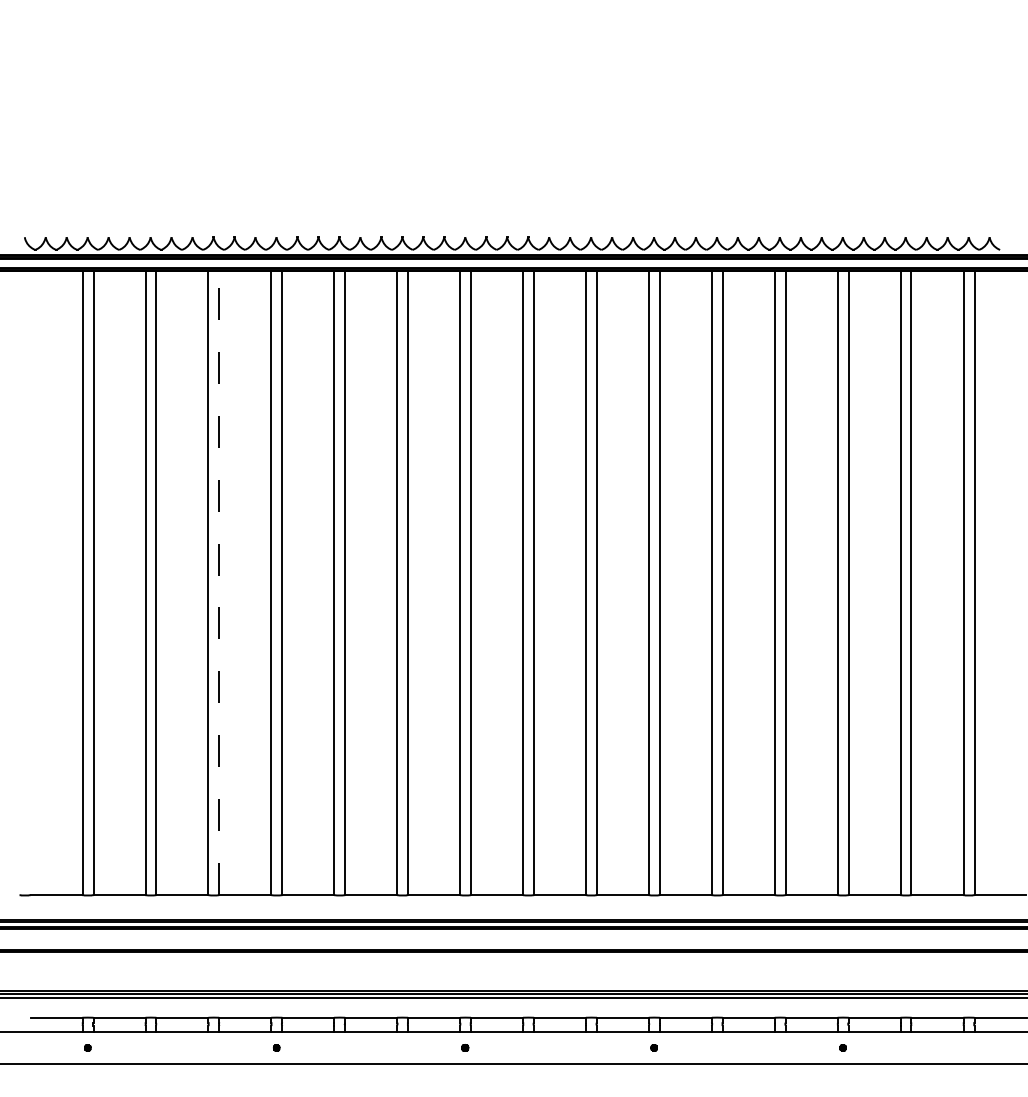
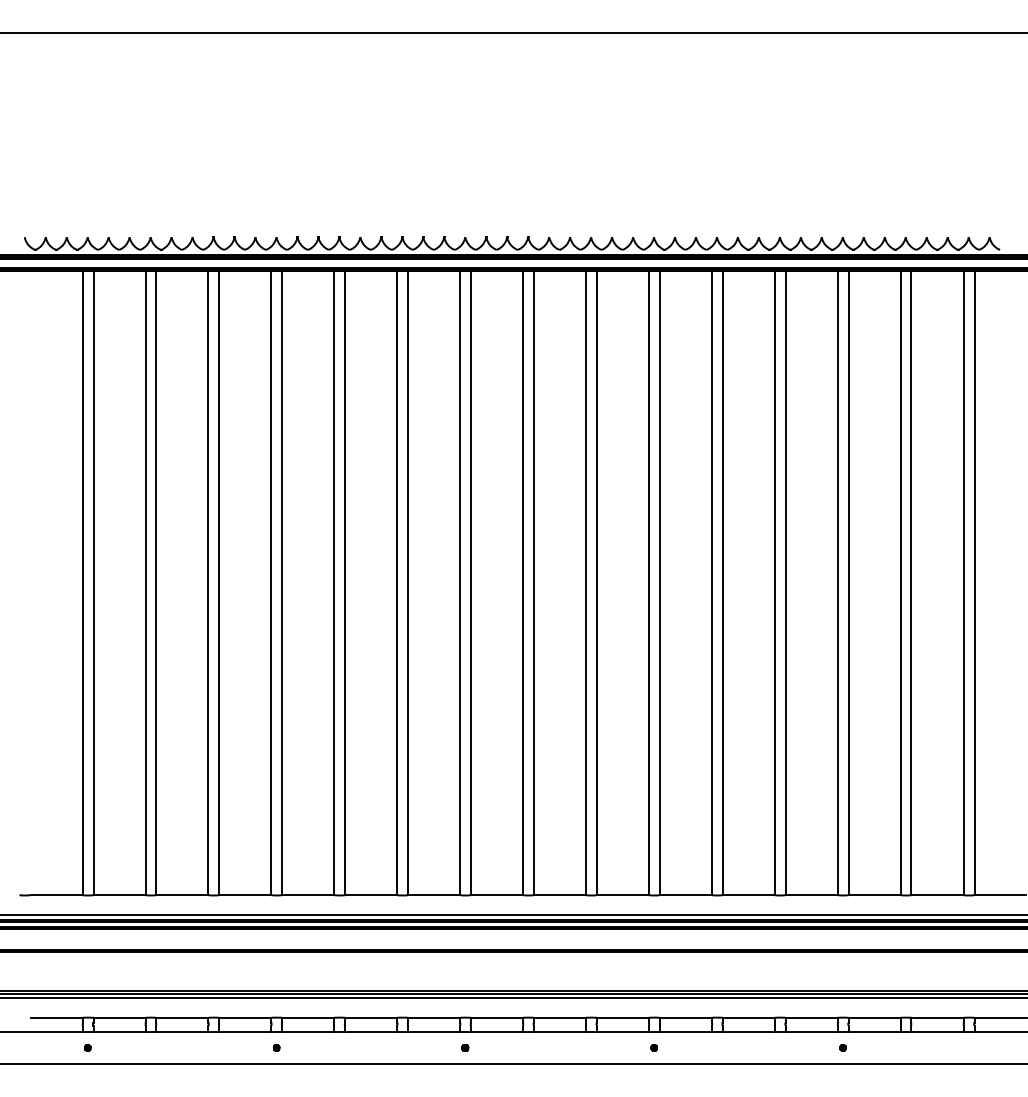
line at (513, 32): none -> present
line at (219, 582): dashed -> solid
line at (513, 915): none -> present
